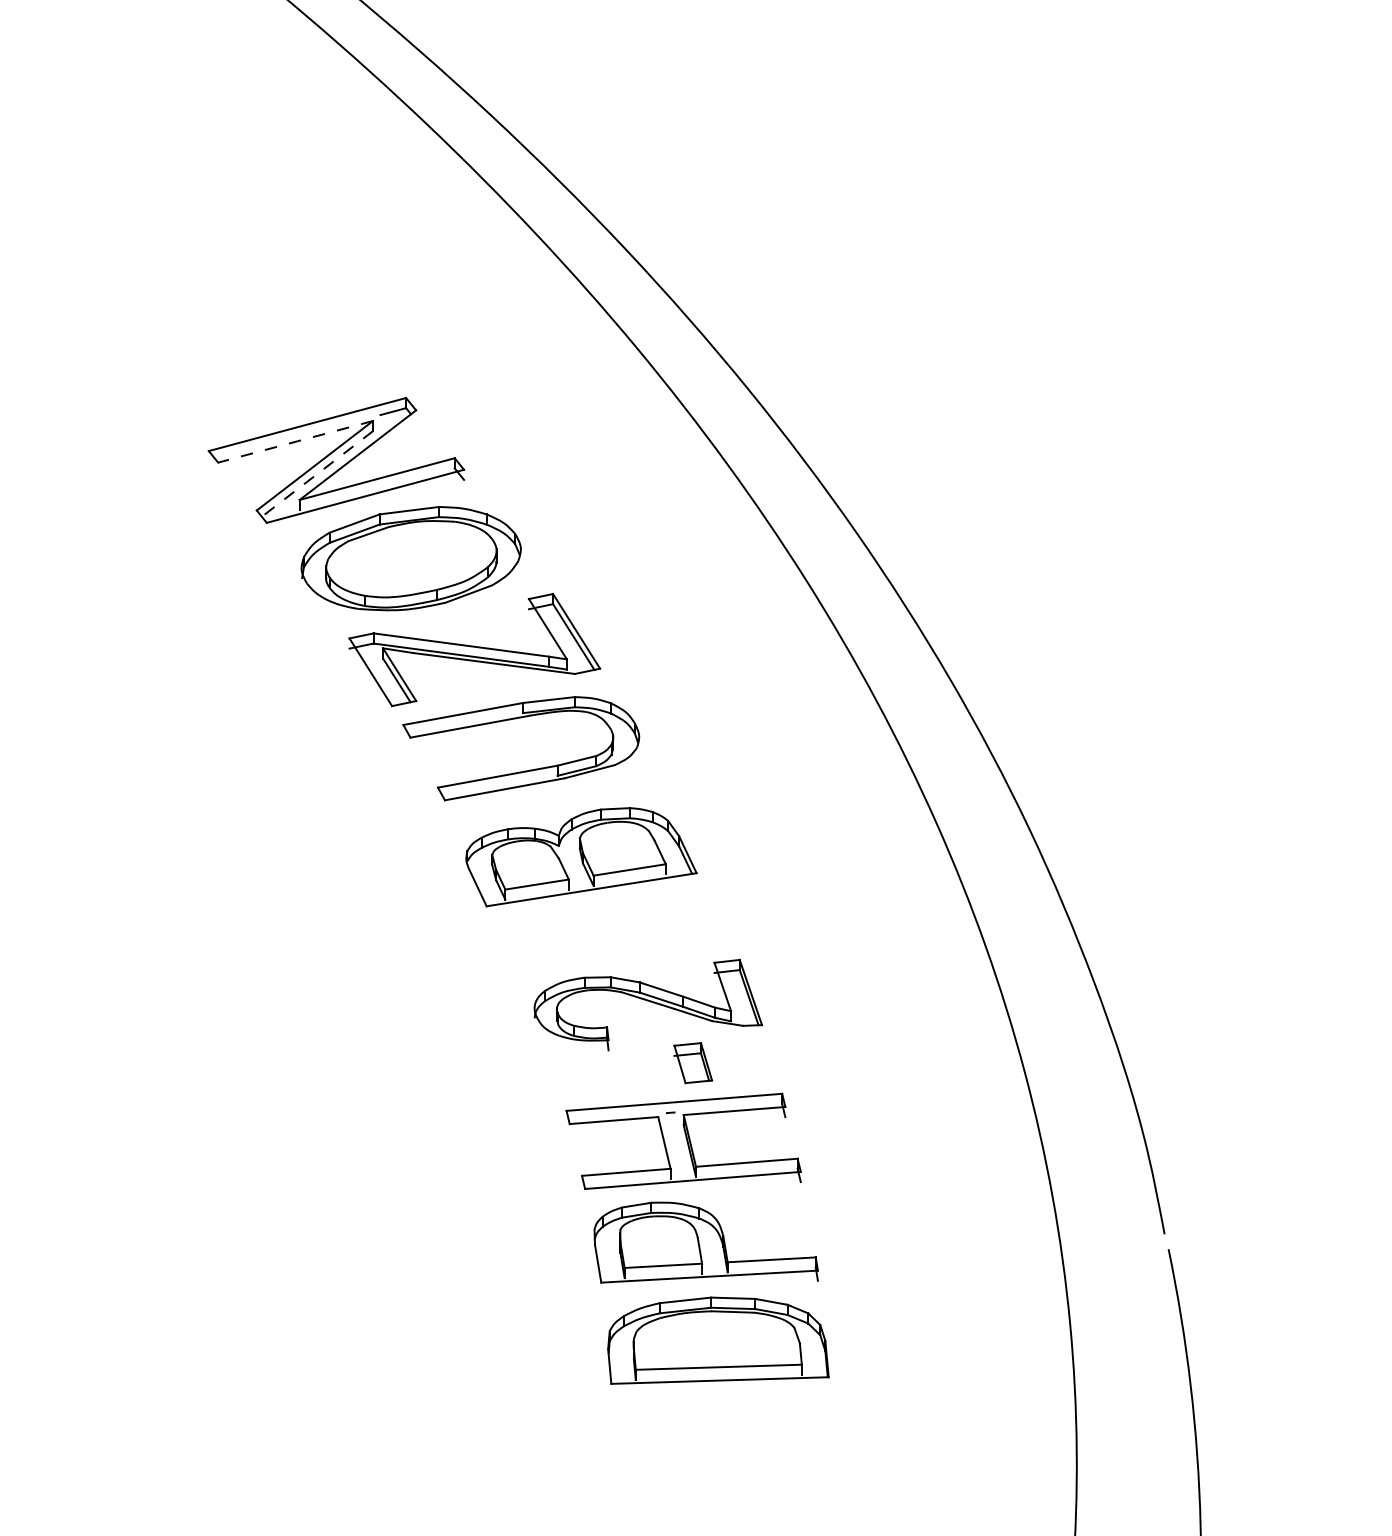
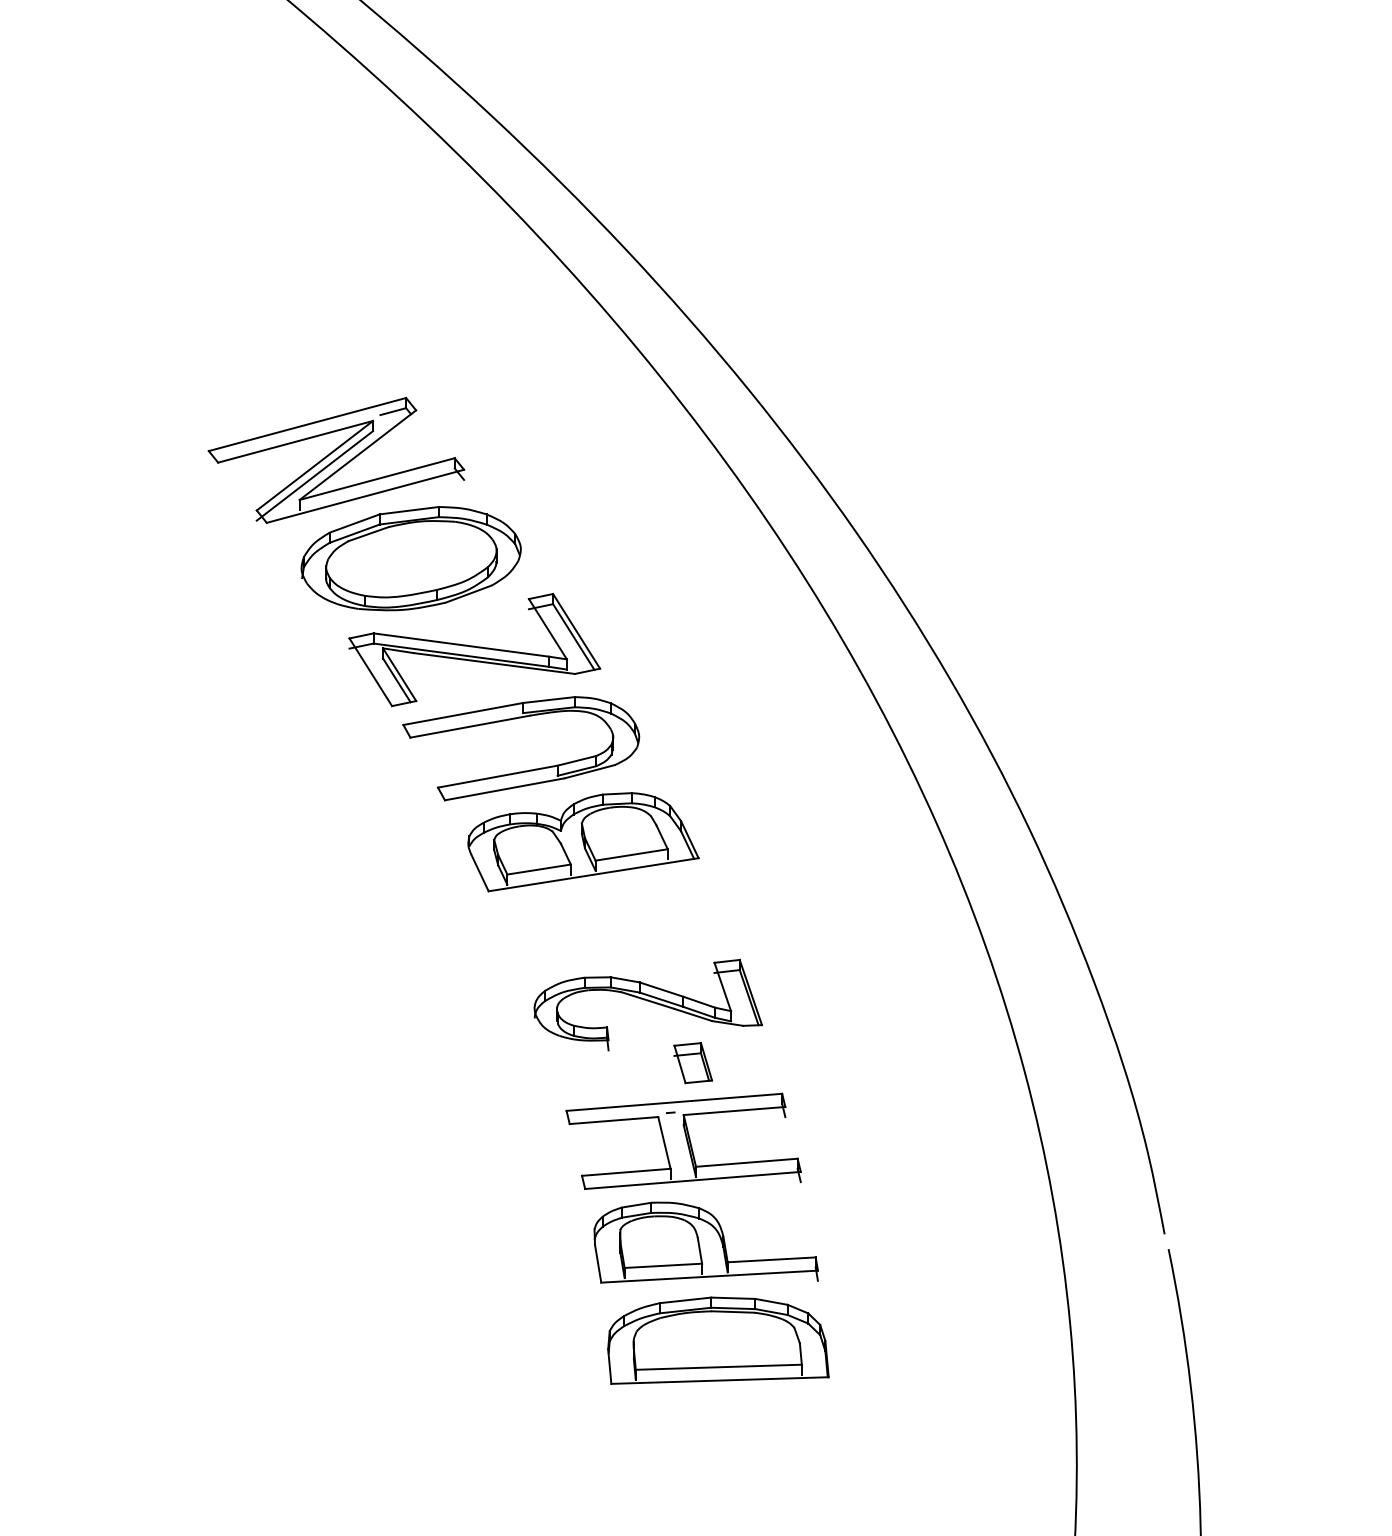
line at (295, 441): dashed -> solid
line at (314, 476): dashed -> solid
part at (581, 857) position: (581, 857) -> (583, 842)
